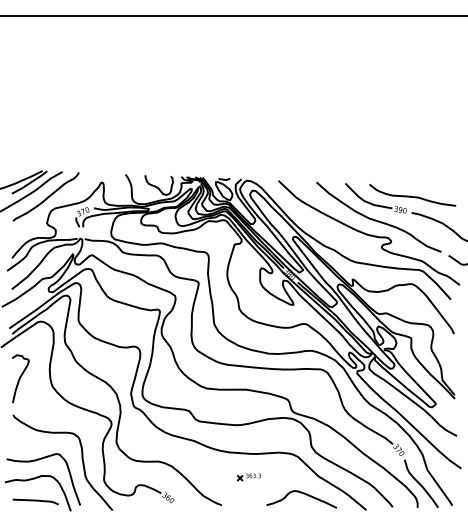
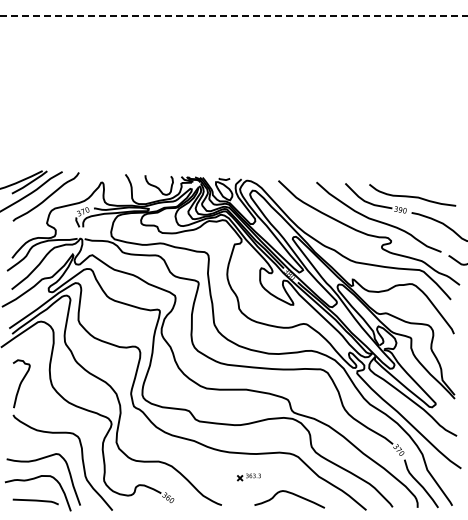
line at (234, 15): solid -> dashed
curve at (20, 378) position: (20, 378) -> (21, 383)
curve at (303, 494) position: (303, 494) -> (291, 494)
